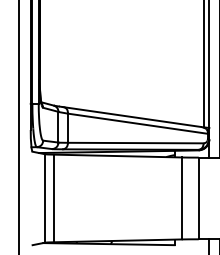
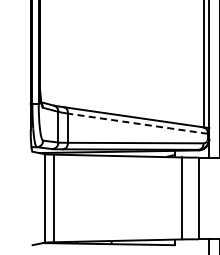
line at (137, 123): solid -> dashed
line at (18, 126): present -> none
